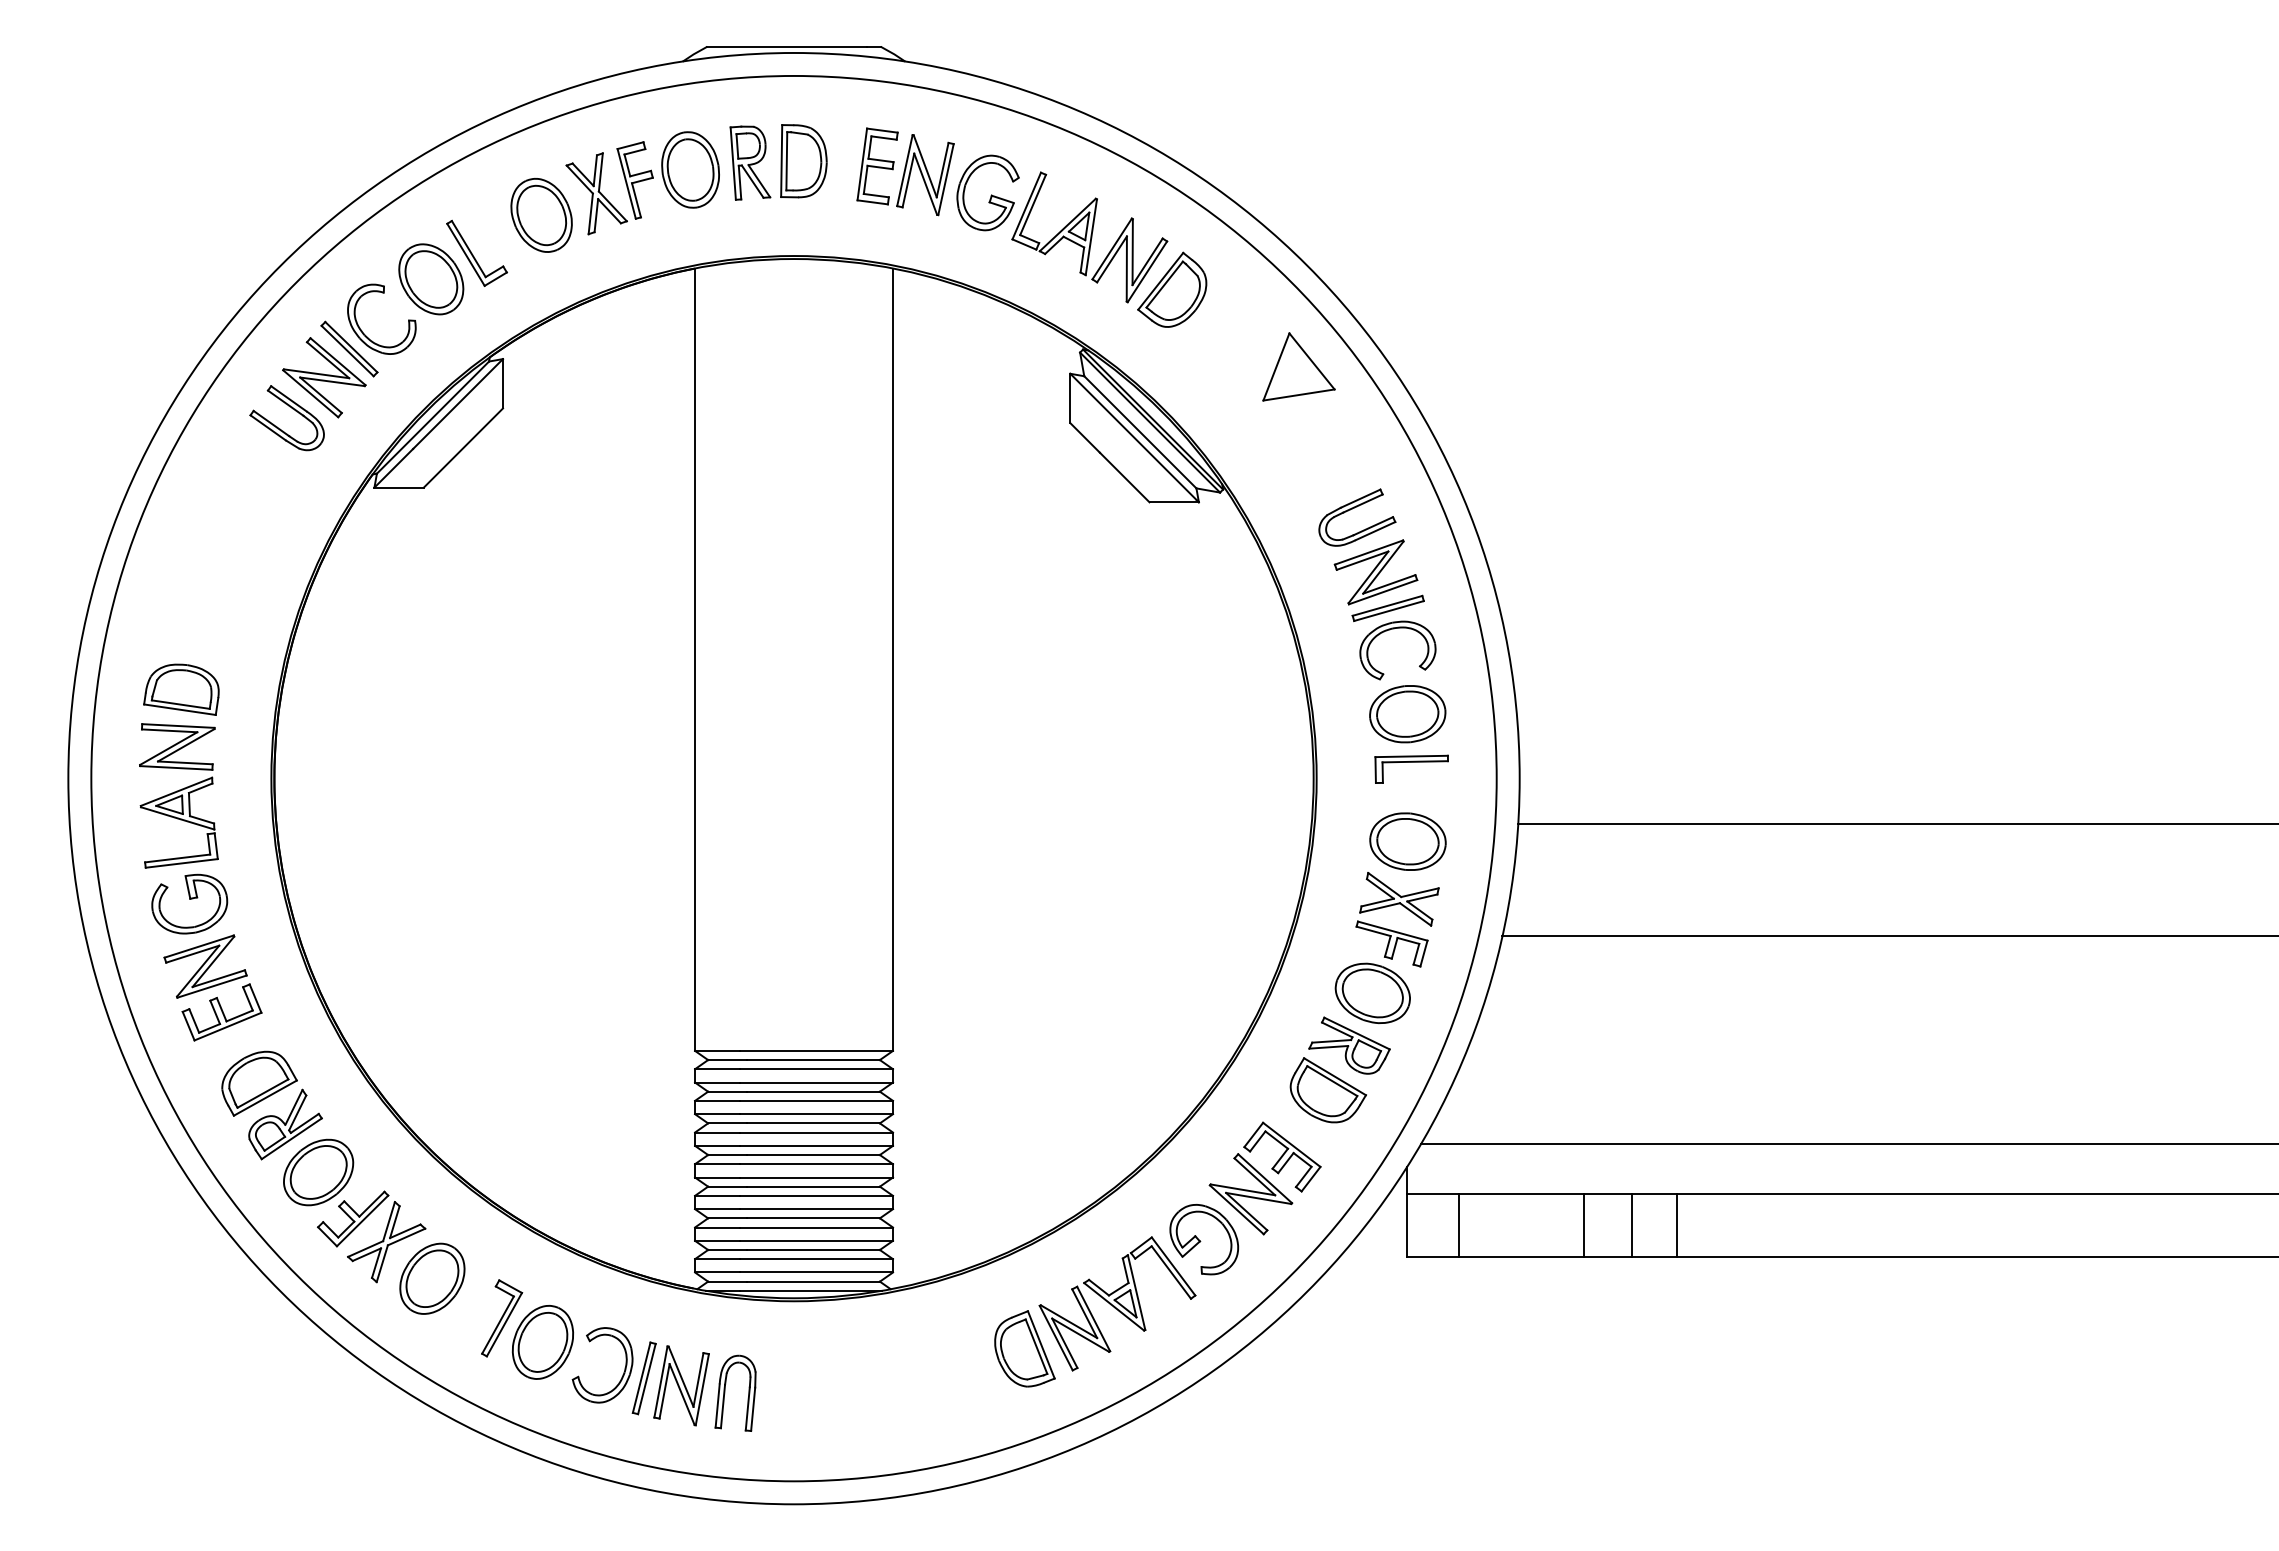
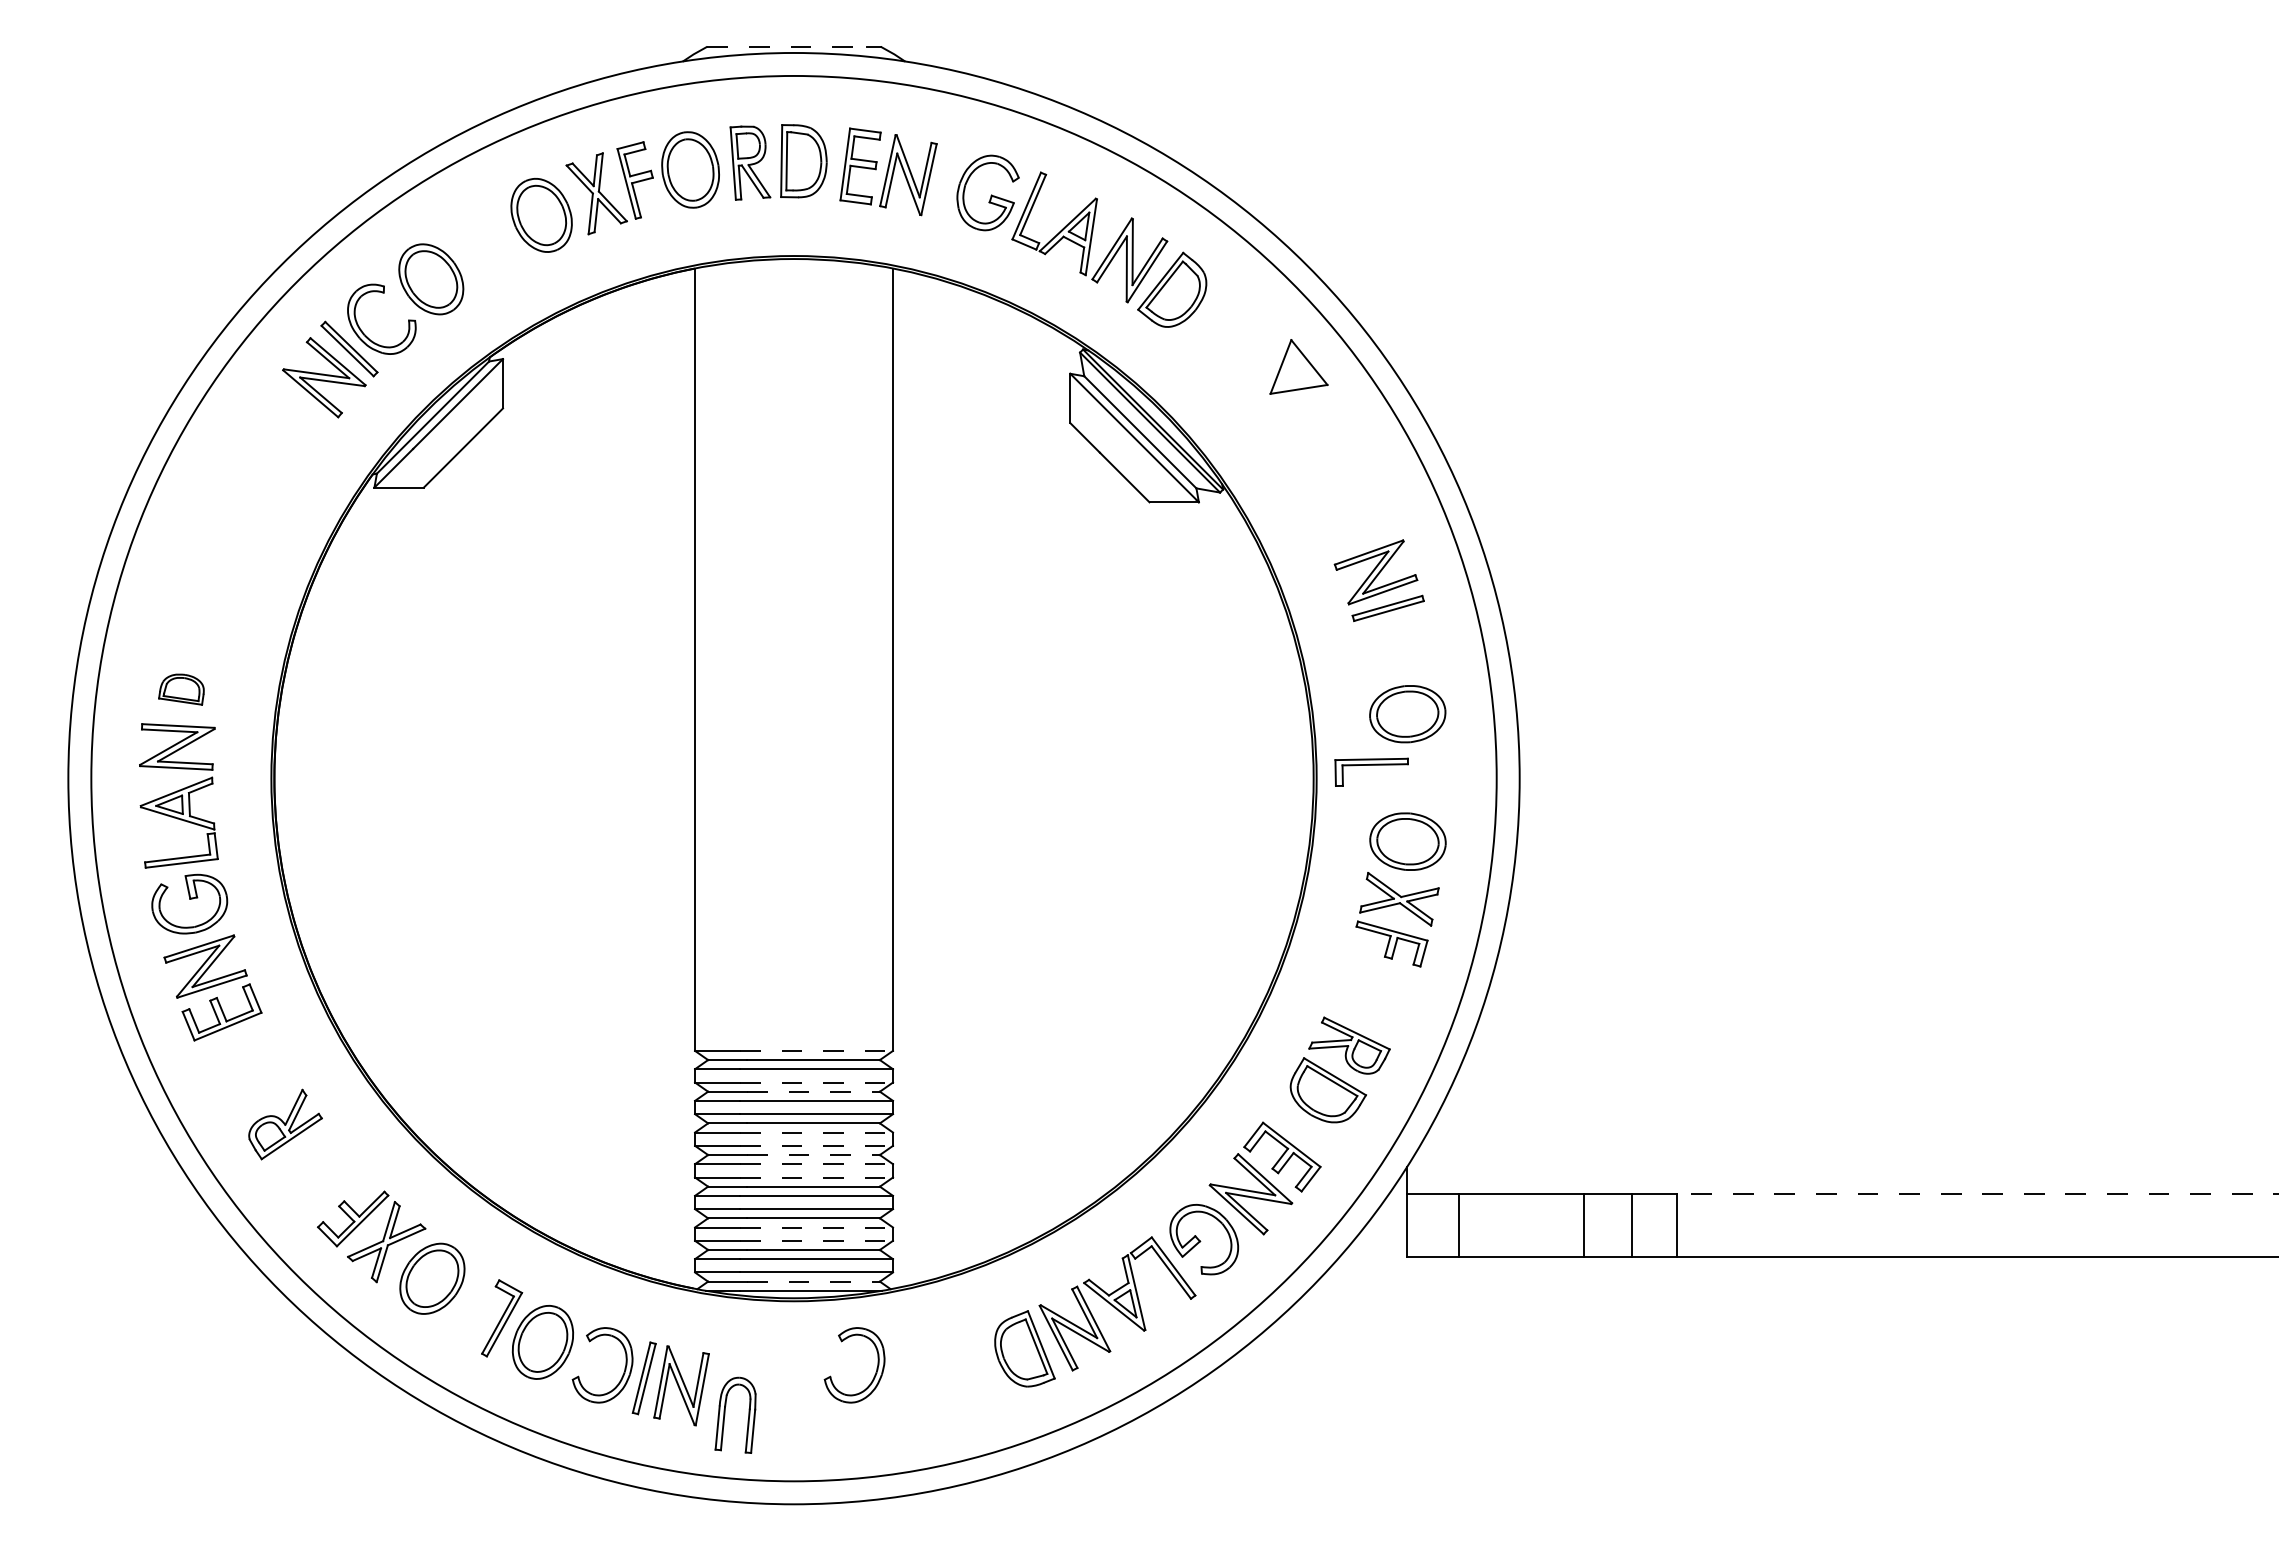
line at (786, 46): solid -> dashed
part at (905, 171) position: (905, 171) -> (888, 171)
part at (476, 252): present -> none
part at (1298, 366) size: 74x70 px -> 60x56 px
part at (292, 409): present -> none
part at (1352, 509): present -> none
part at (1390, 630): present -> none
part at (181, 689) size: 77x53 px -> 47x33 px
part at (1411, 768) position: (1411, 768) -> (1371, 771)
line at (1896, 823): present -> none
line at (1888, 936): present -> none
part at (1372, 992): present -> none
line at (816, 1050): solid -> dashed
line at (816, 1082): solid -> dashed
part at (259, 1083): present -> none
line at (814, 1091): solid -> dashed
line at (816, 1132): solid -> dashed
line at (1847, 1144): present -> none
line at (816, 1145): solid -> dashed
line at (814, 1155): solid -> dashed
line at (816, 1164): solid -> dashed
part at (318, 1172): present -> none
line at (816, 1177): solid -> dashed
line at (1977, 1194): solid -> dashed
line at (816, 1227): solid -> dashed
line at (816, 1240): solid -> dashed
line at (814, 1281): solid -> dashed
part at (874, 1374): none -> present
part at (725, 1392) position: (725, 1392) -> (725, 1414)
